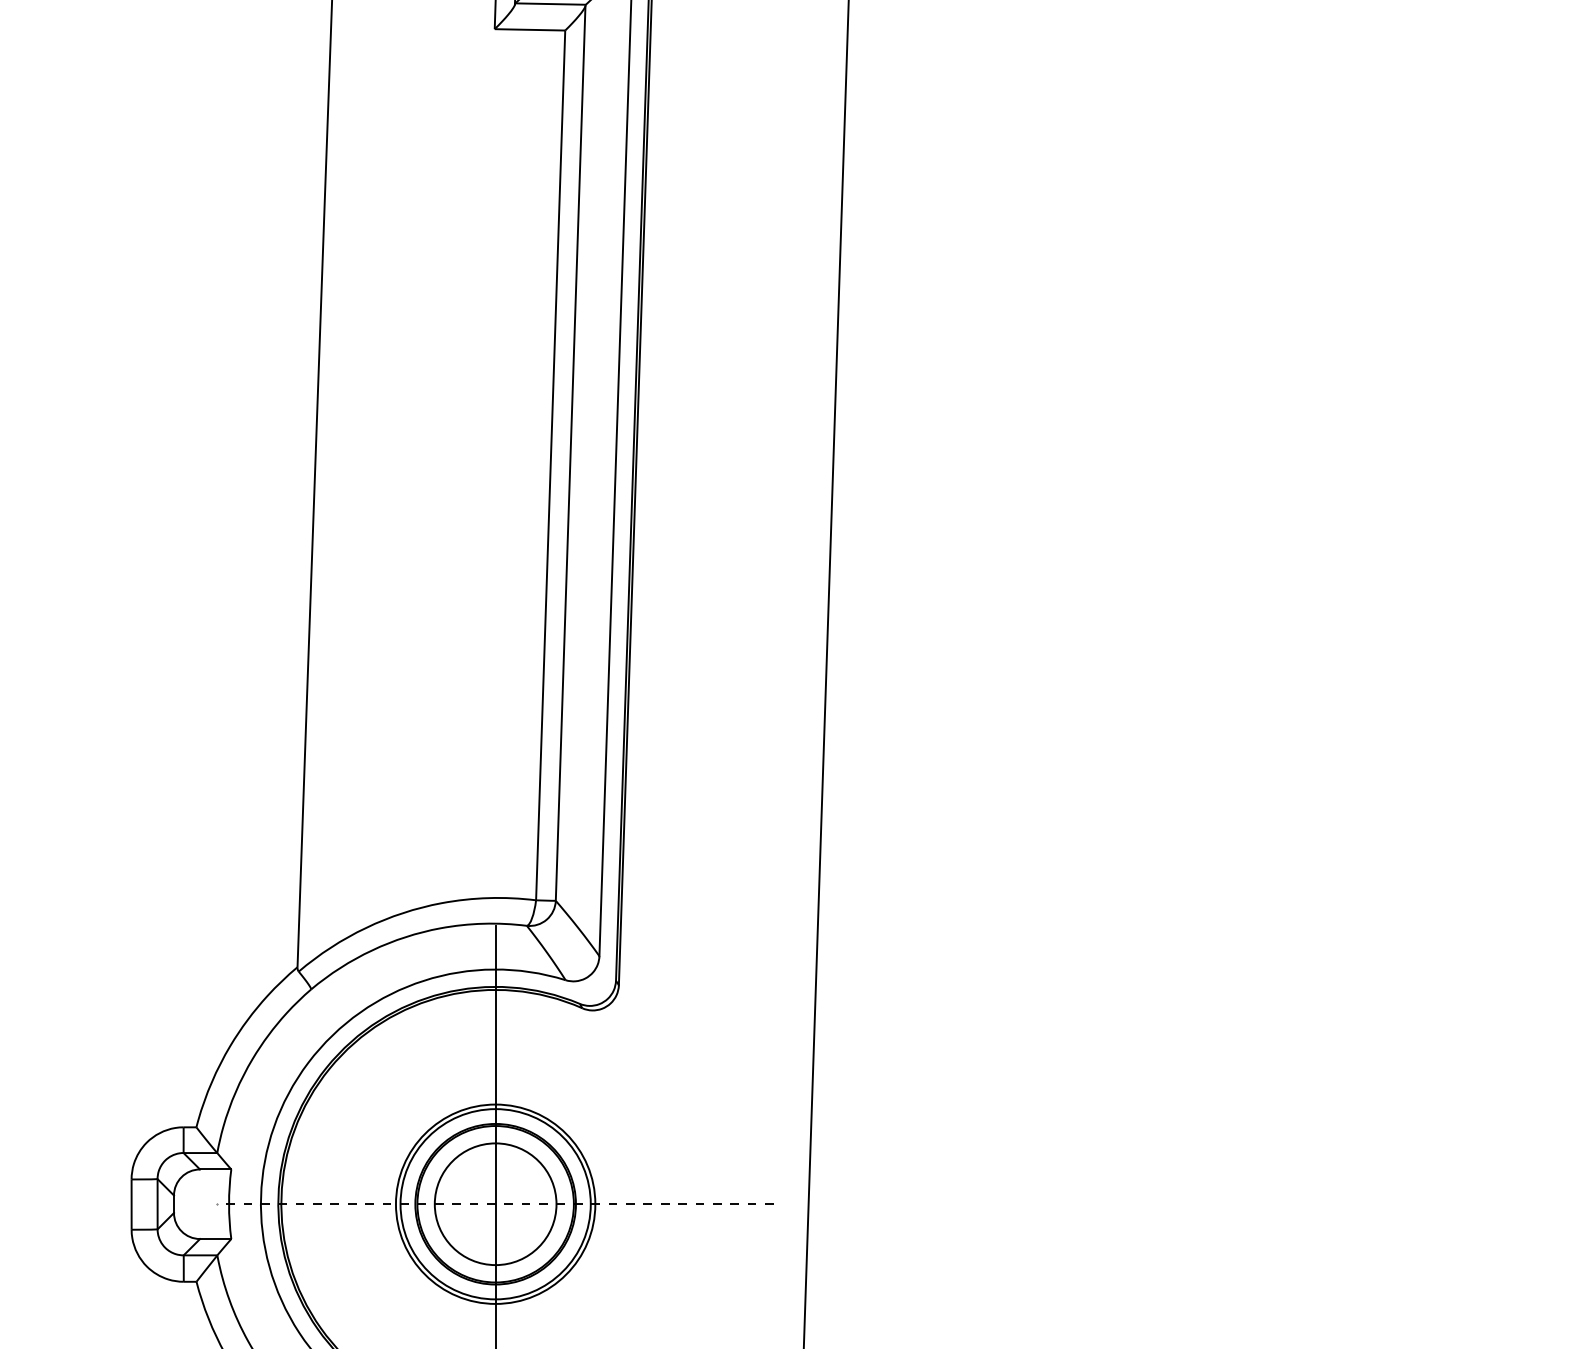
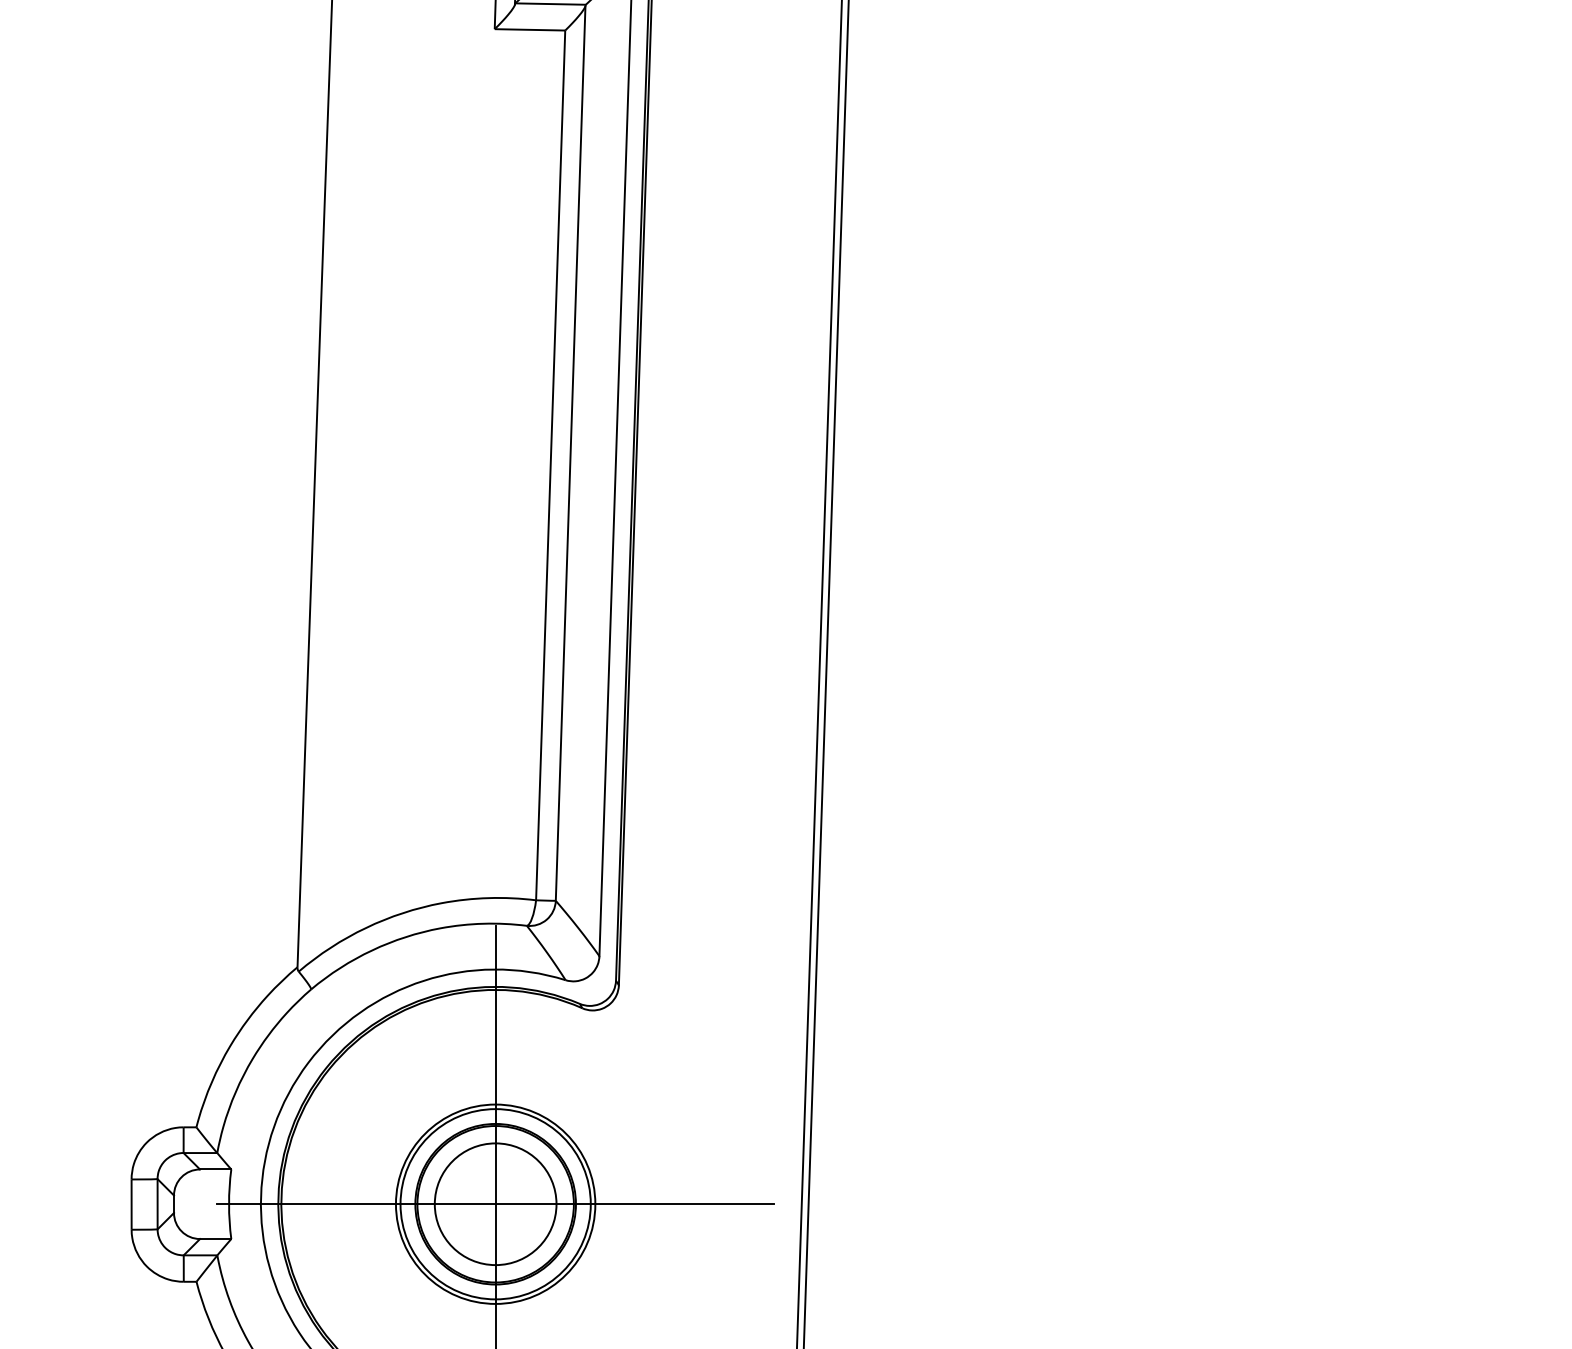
line at (819, 673): none -> present
line at (495, 1204): dashed -> solid
